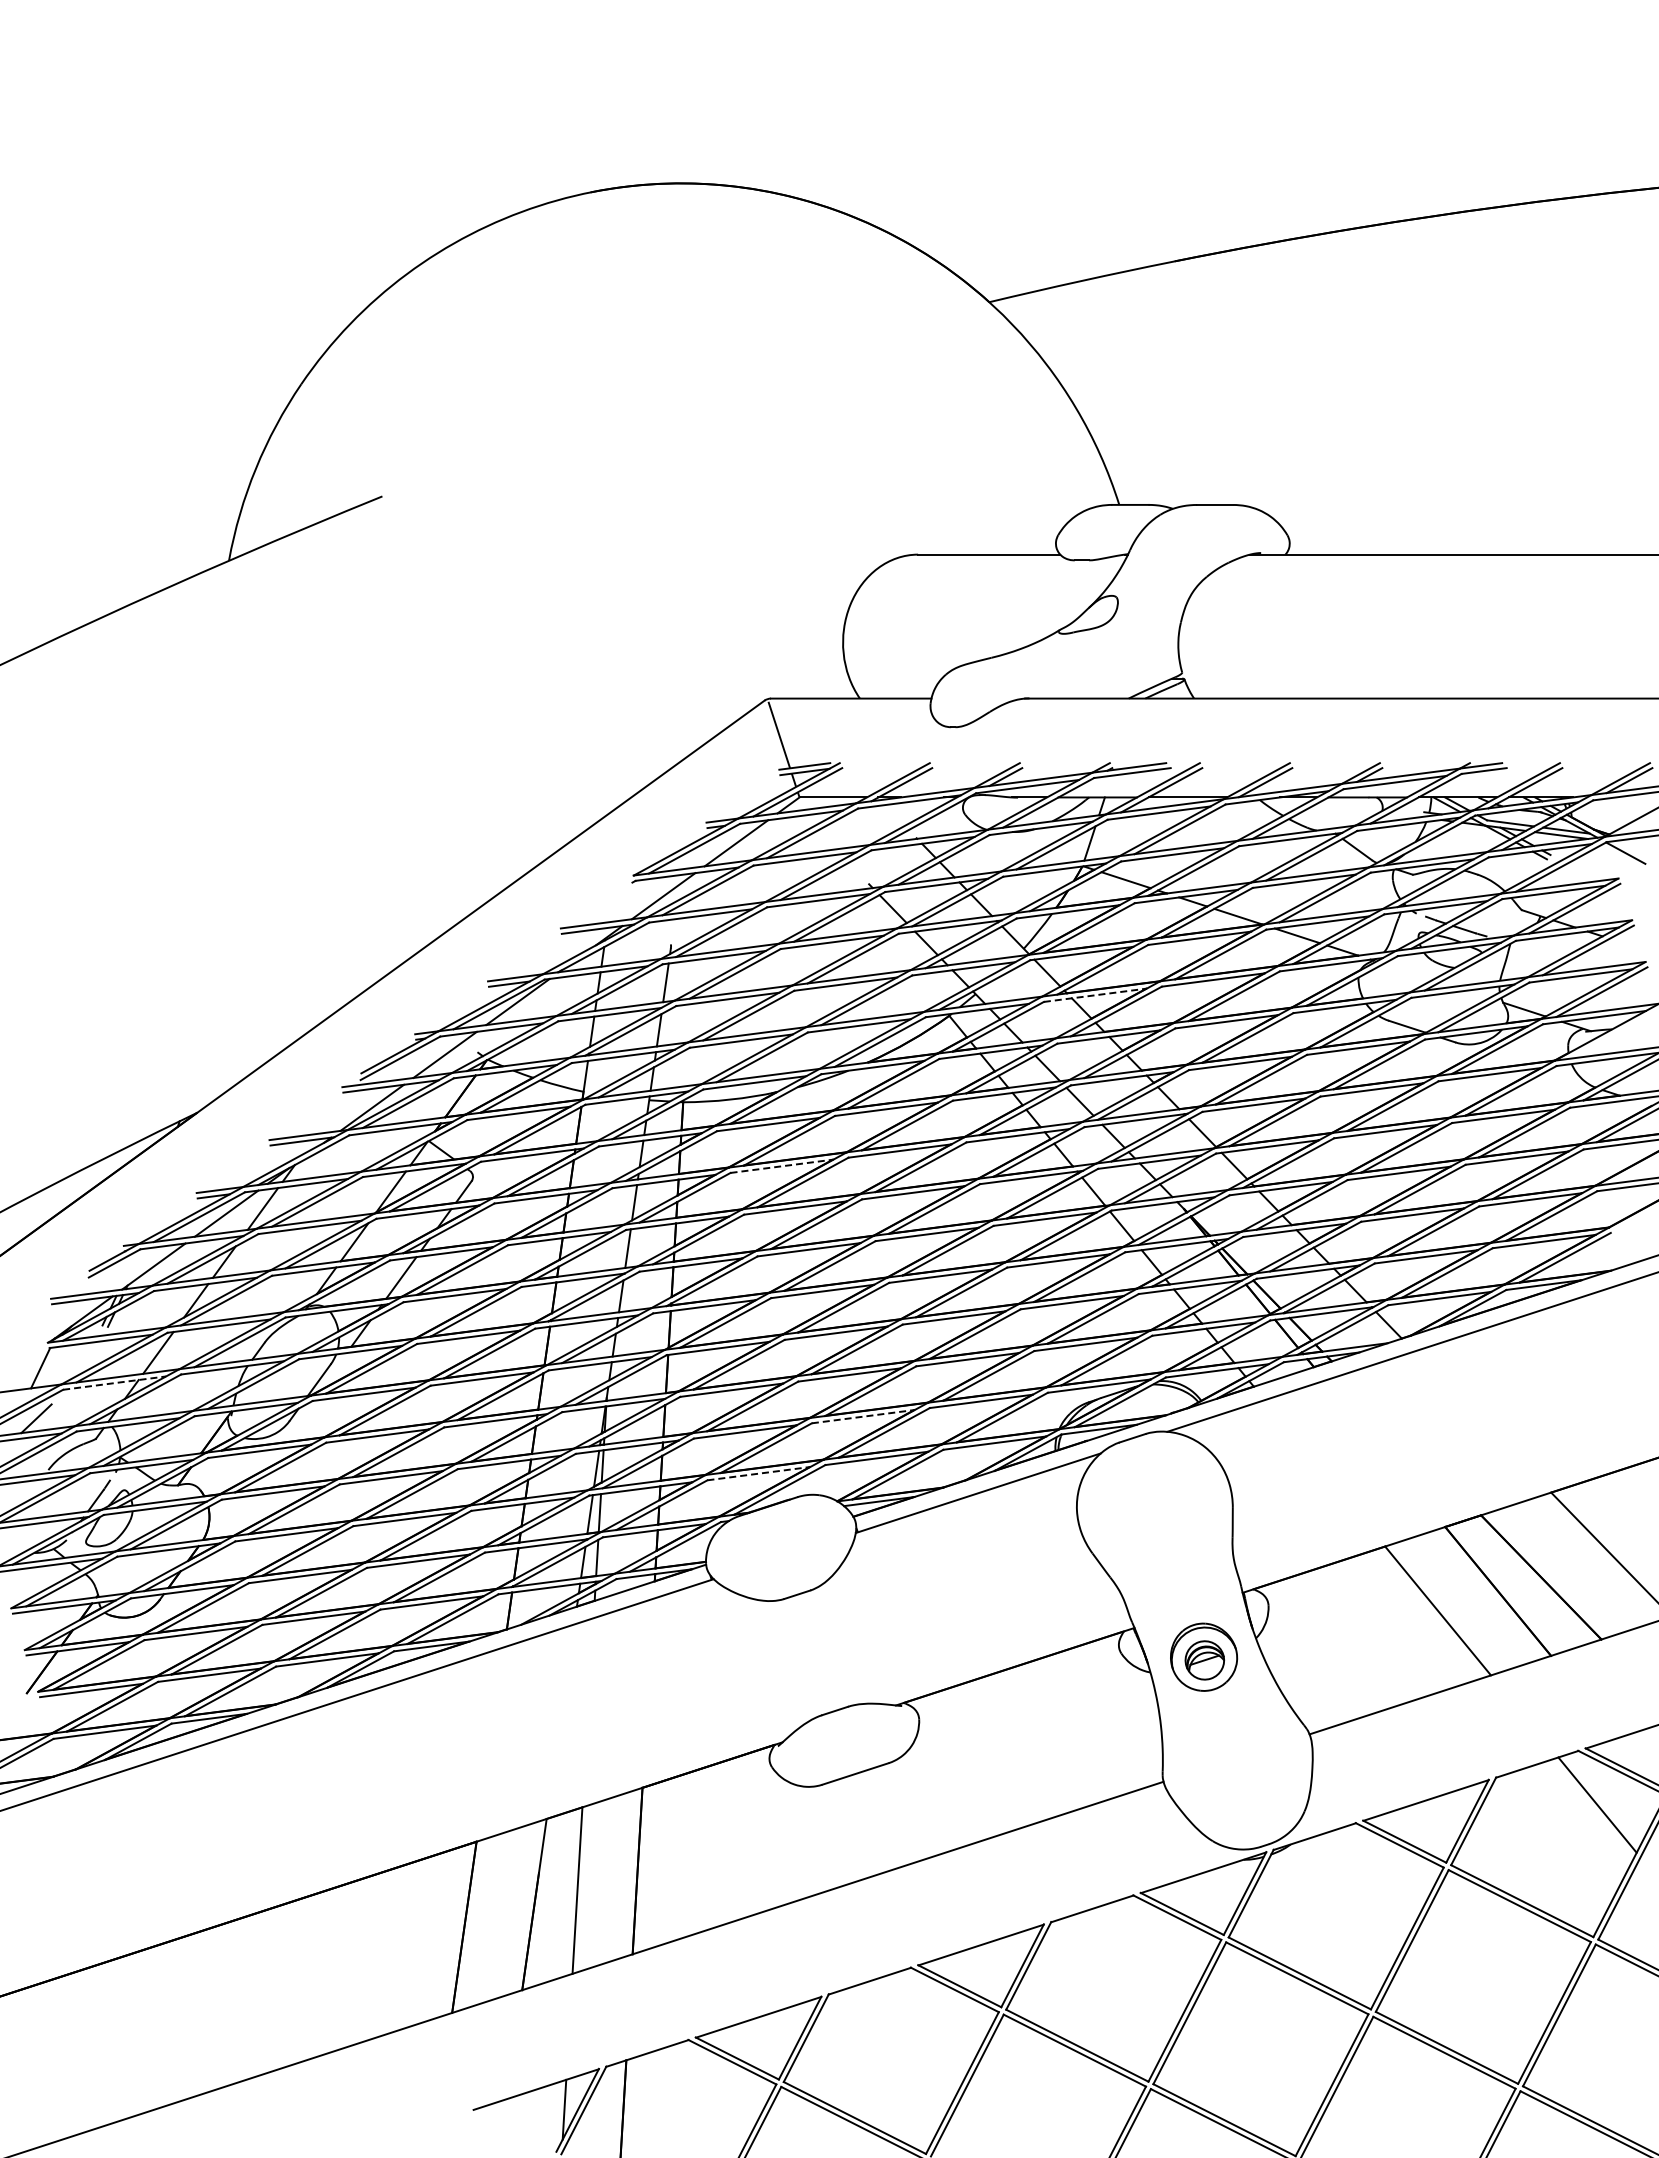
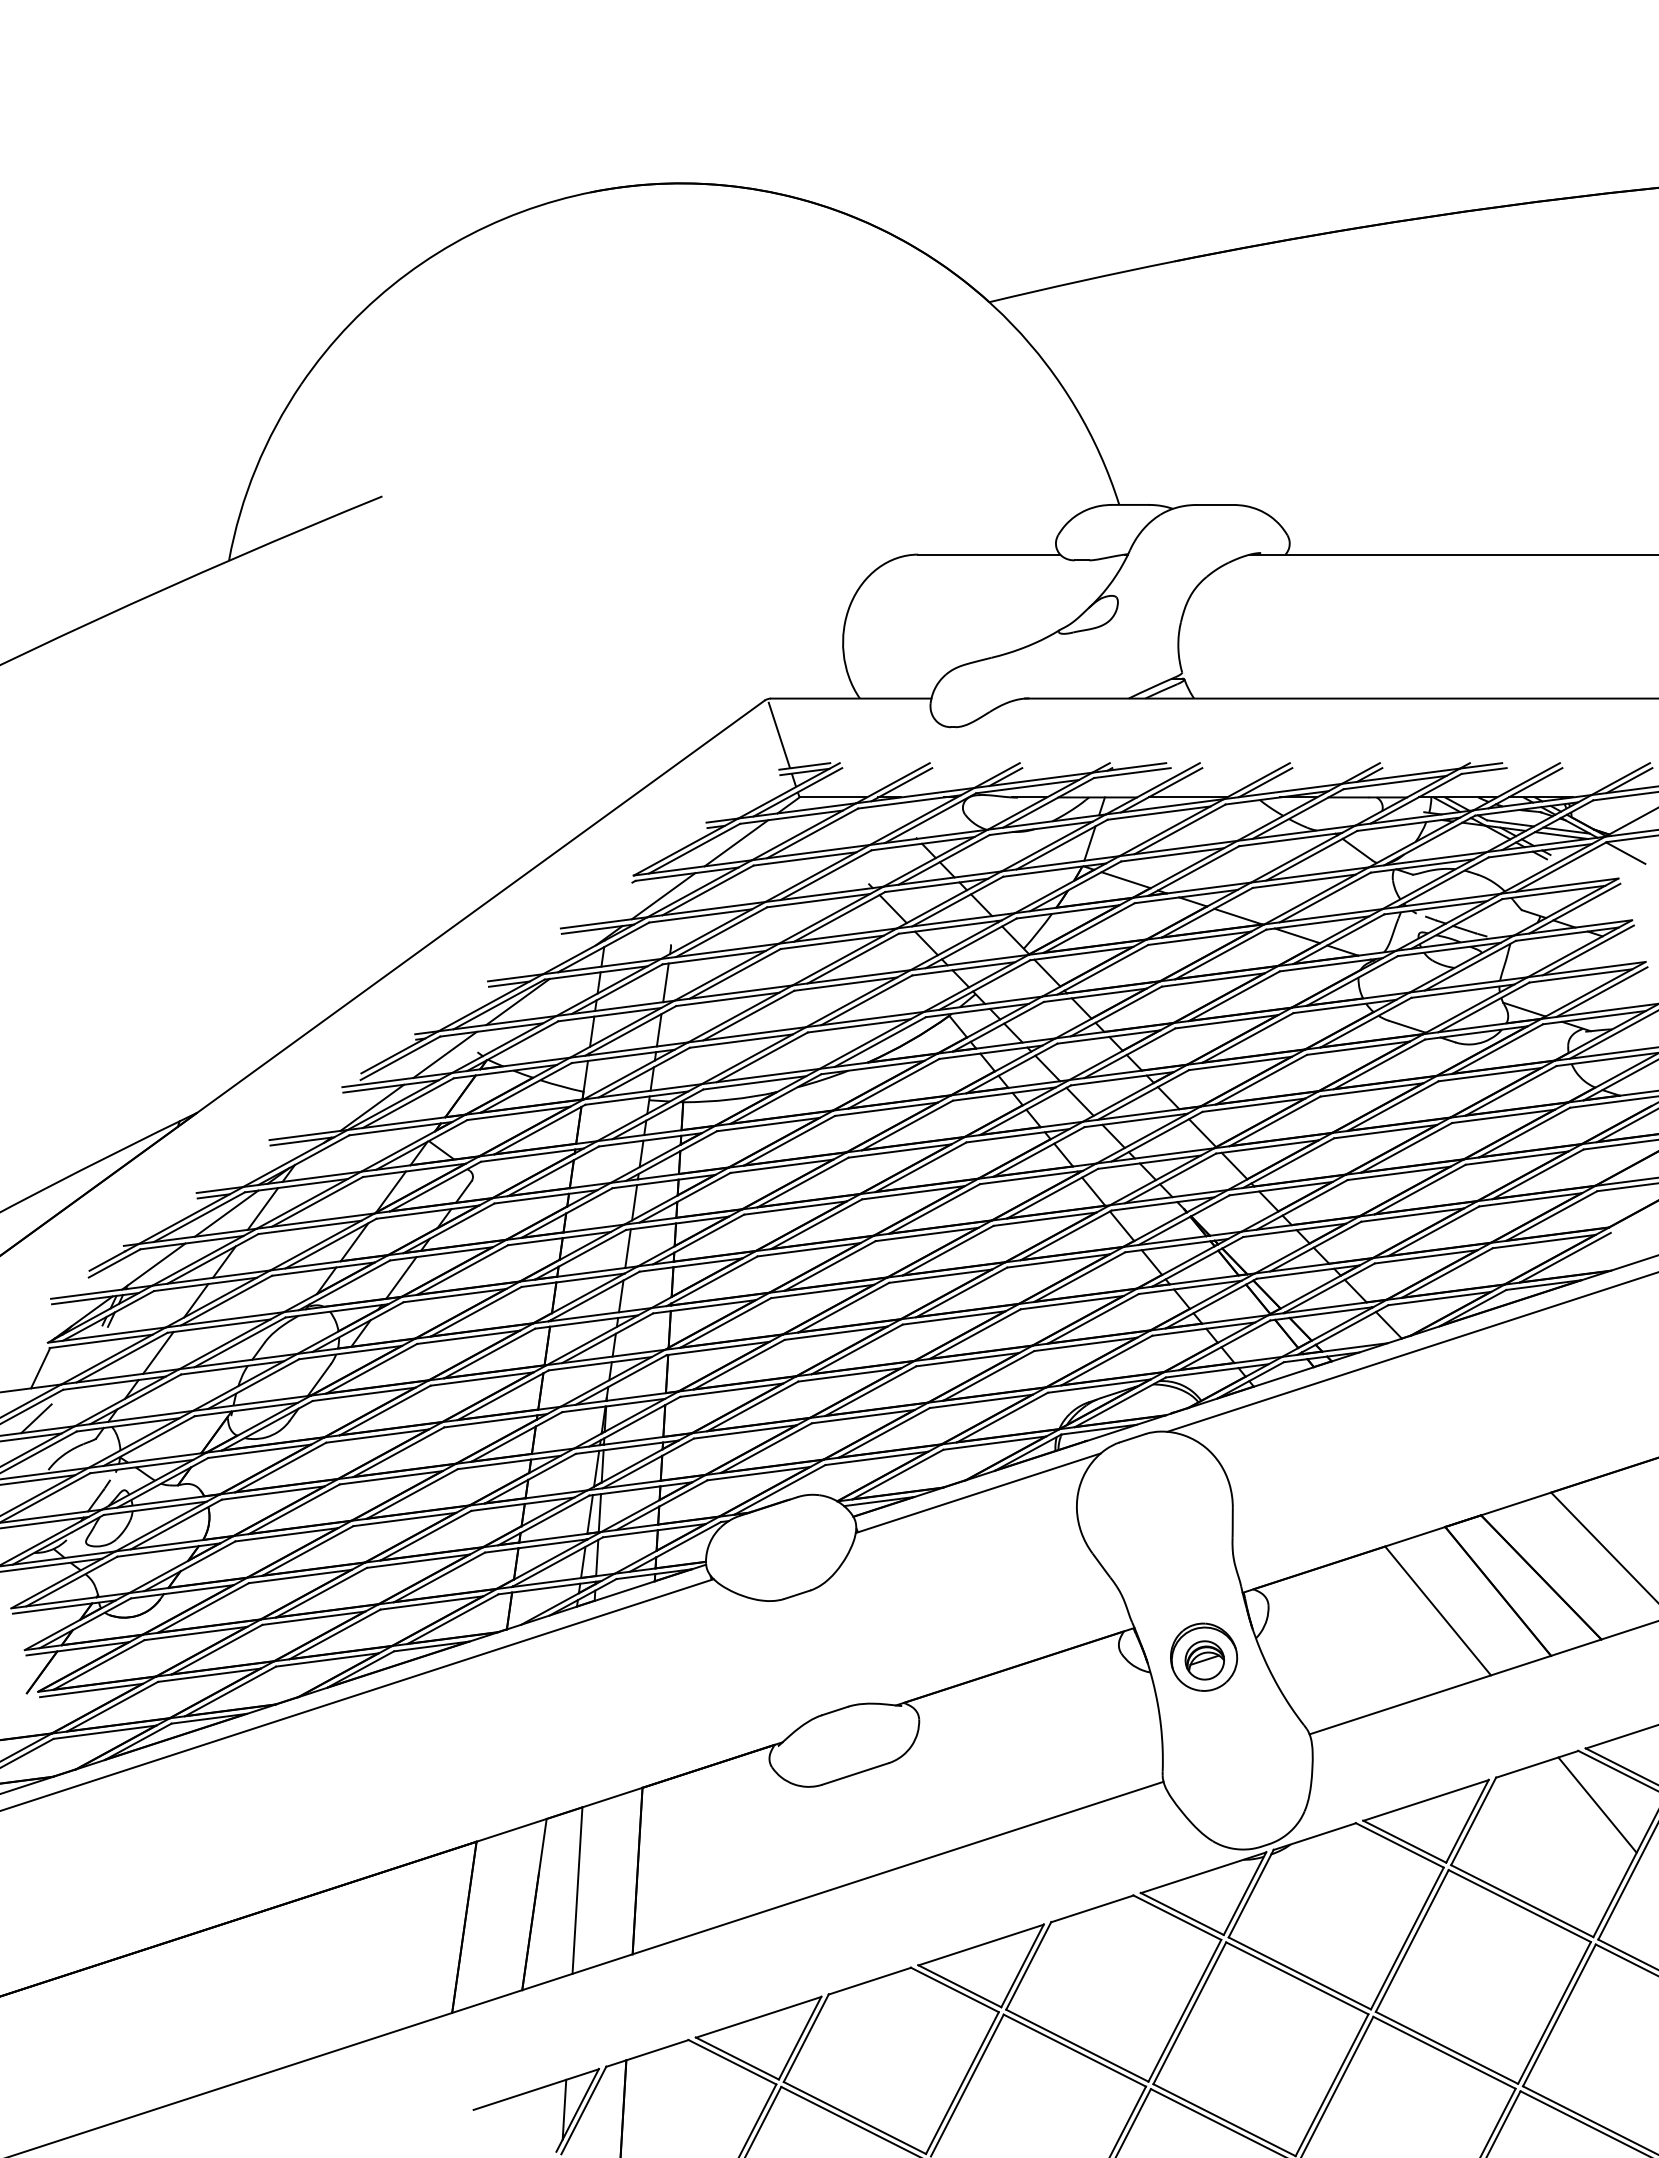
line at (1095, 995): dashed -> solid
line at (1612, 1034): none -> present
line at (782, 1166): dashed -> solid
line at (114, 1383): dashed -> solid
line at (863, 1416): dashed -> solid
line at (758, 1473): dashed -> solid
